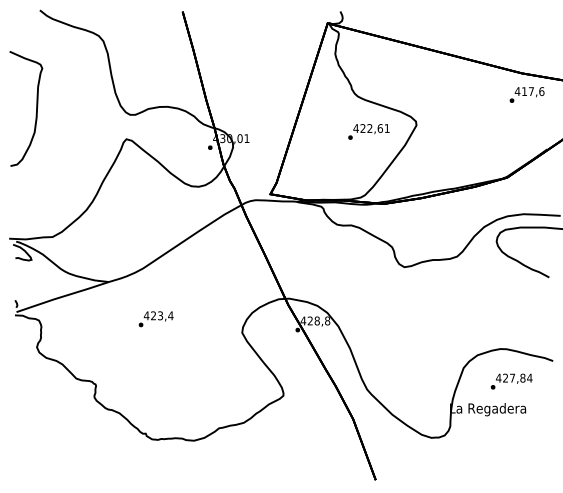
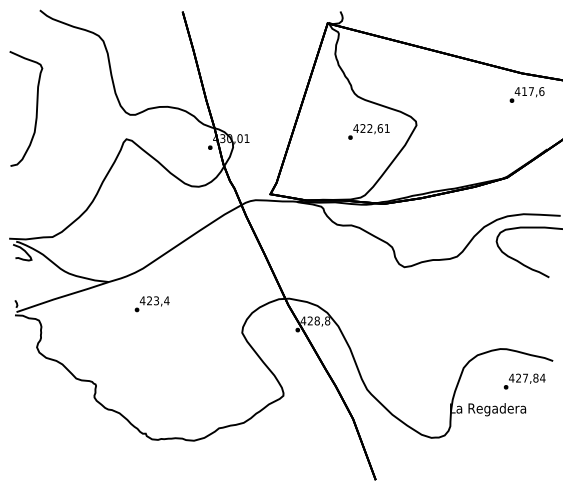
text at (155, 319) position: (155, 319) -> (151, 304)
text at (511, 381) position: (511, 381) -> (524, 381)
